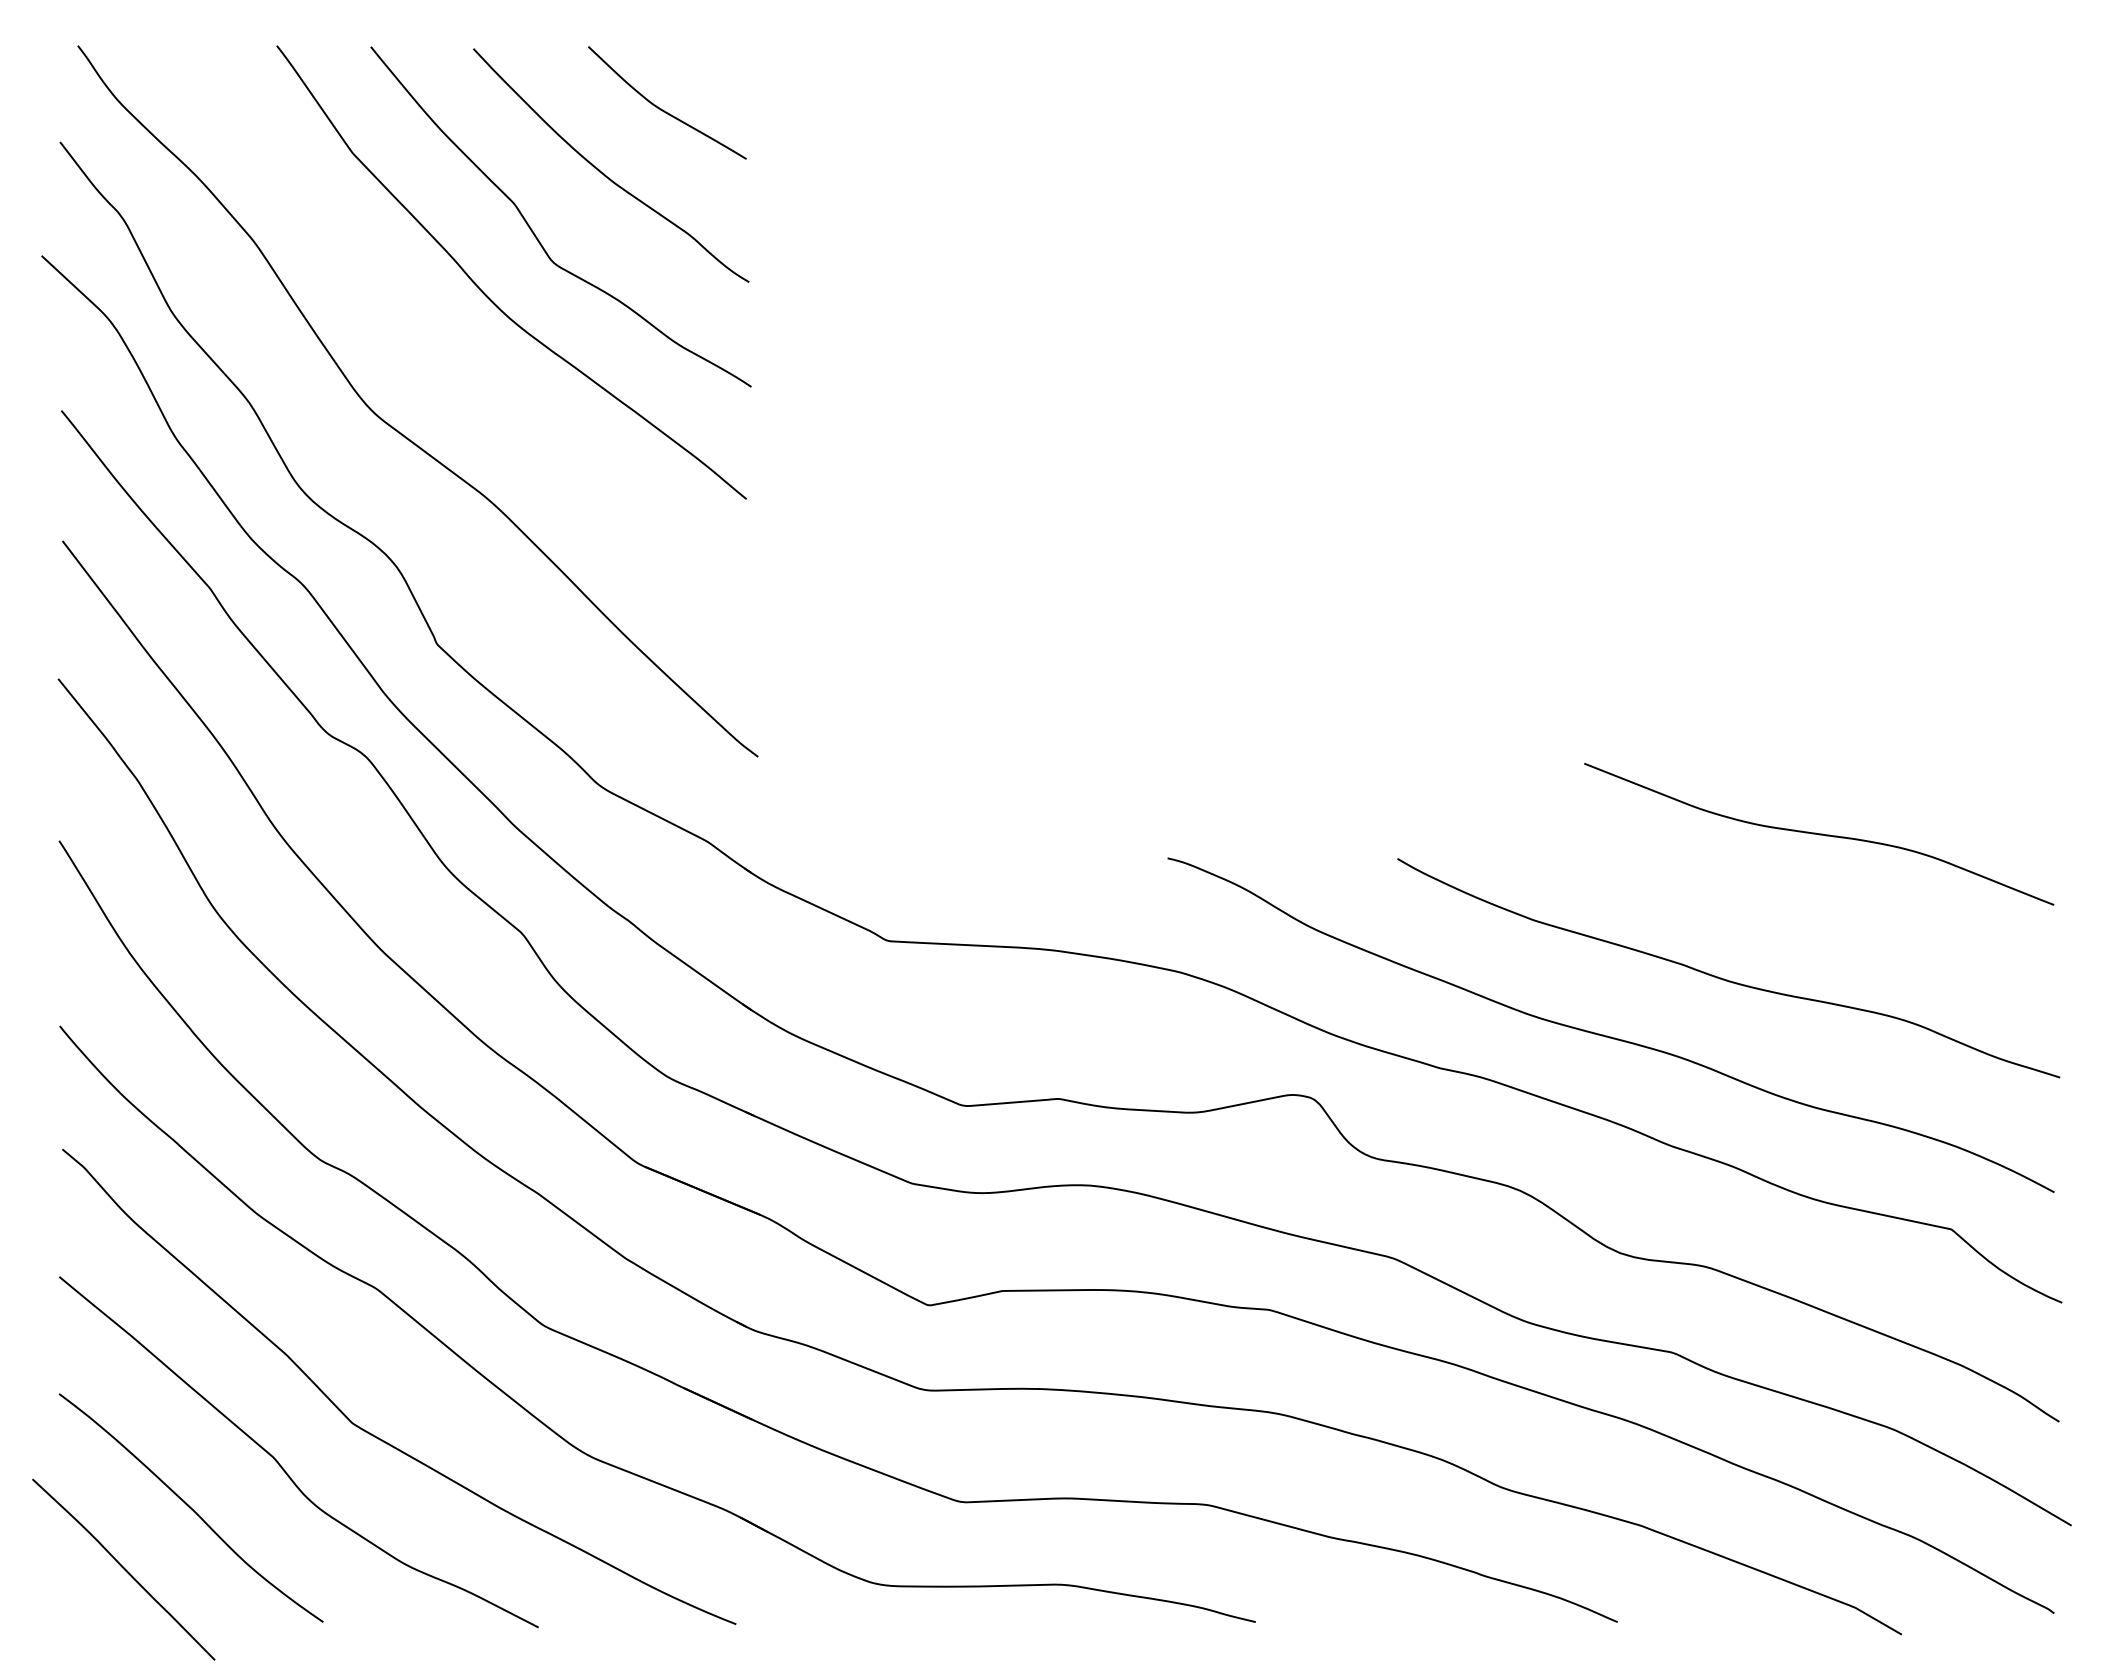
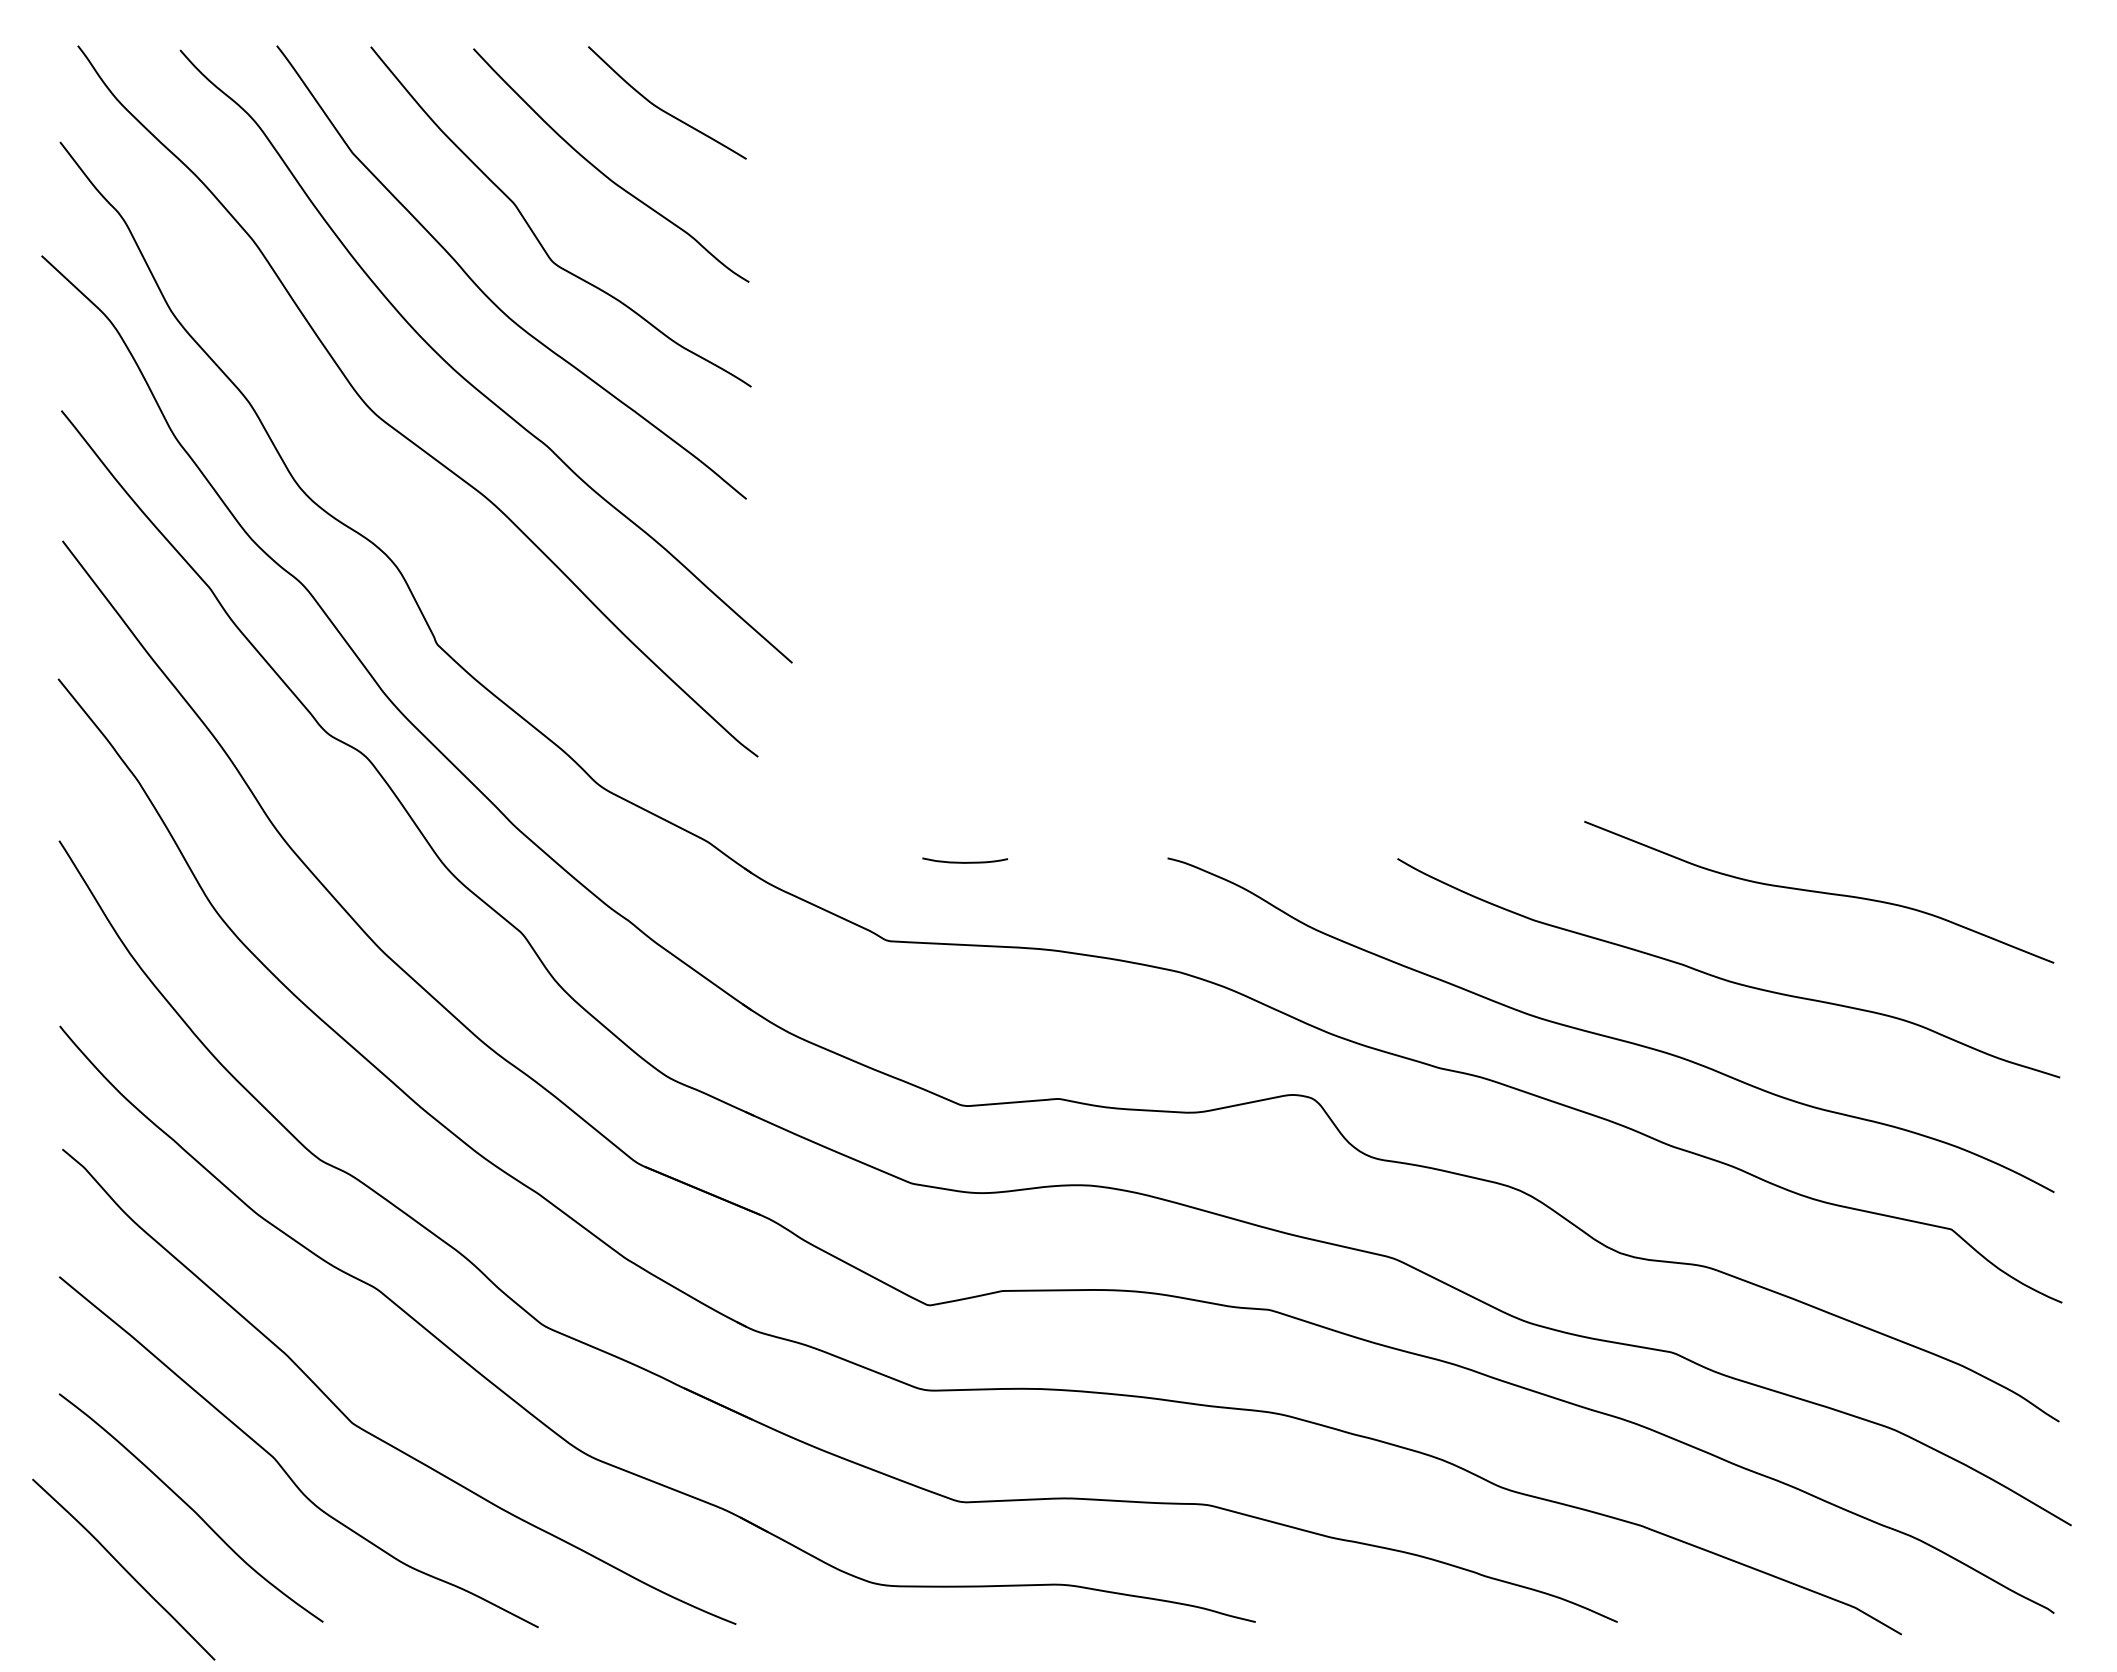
curve at (469, 381): none -> present
curve at (1819, 834) position: (1819, 834) -> (1819, 892)
curve at (965, 862): none -> present
